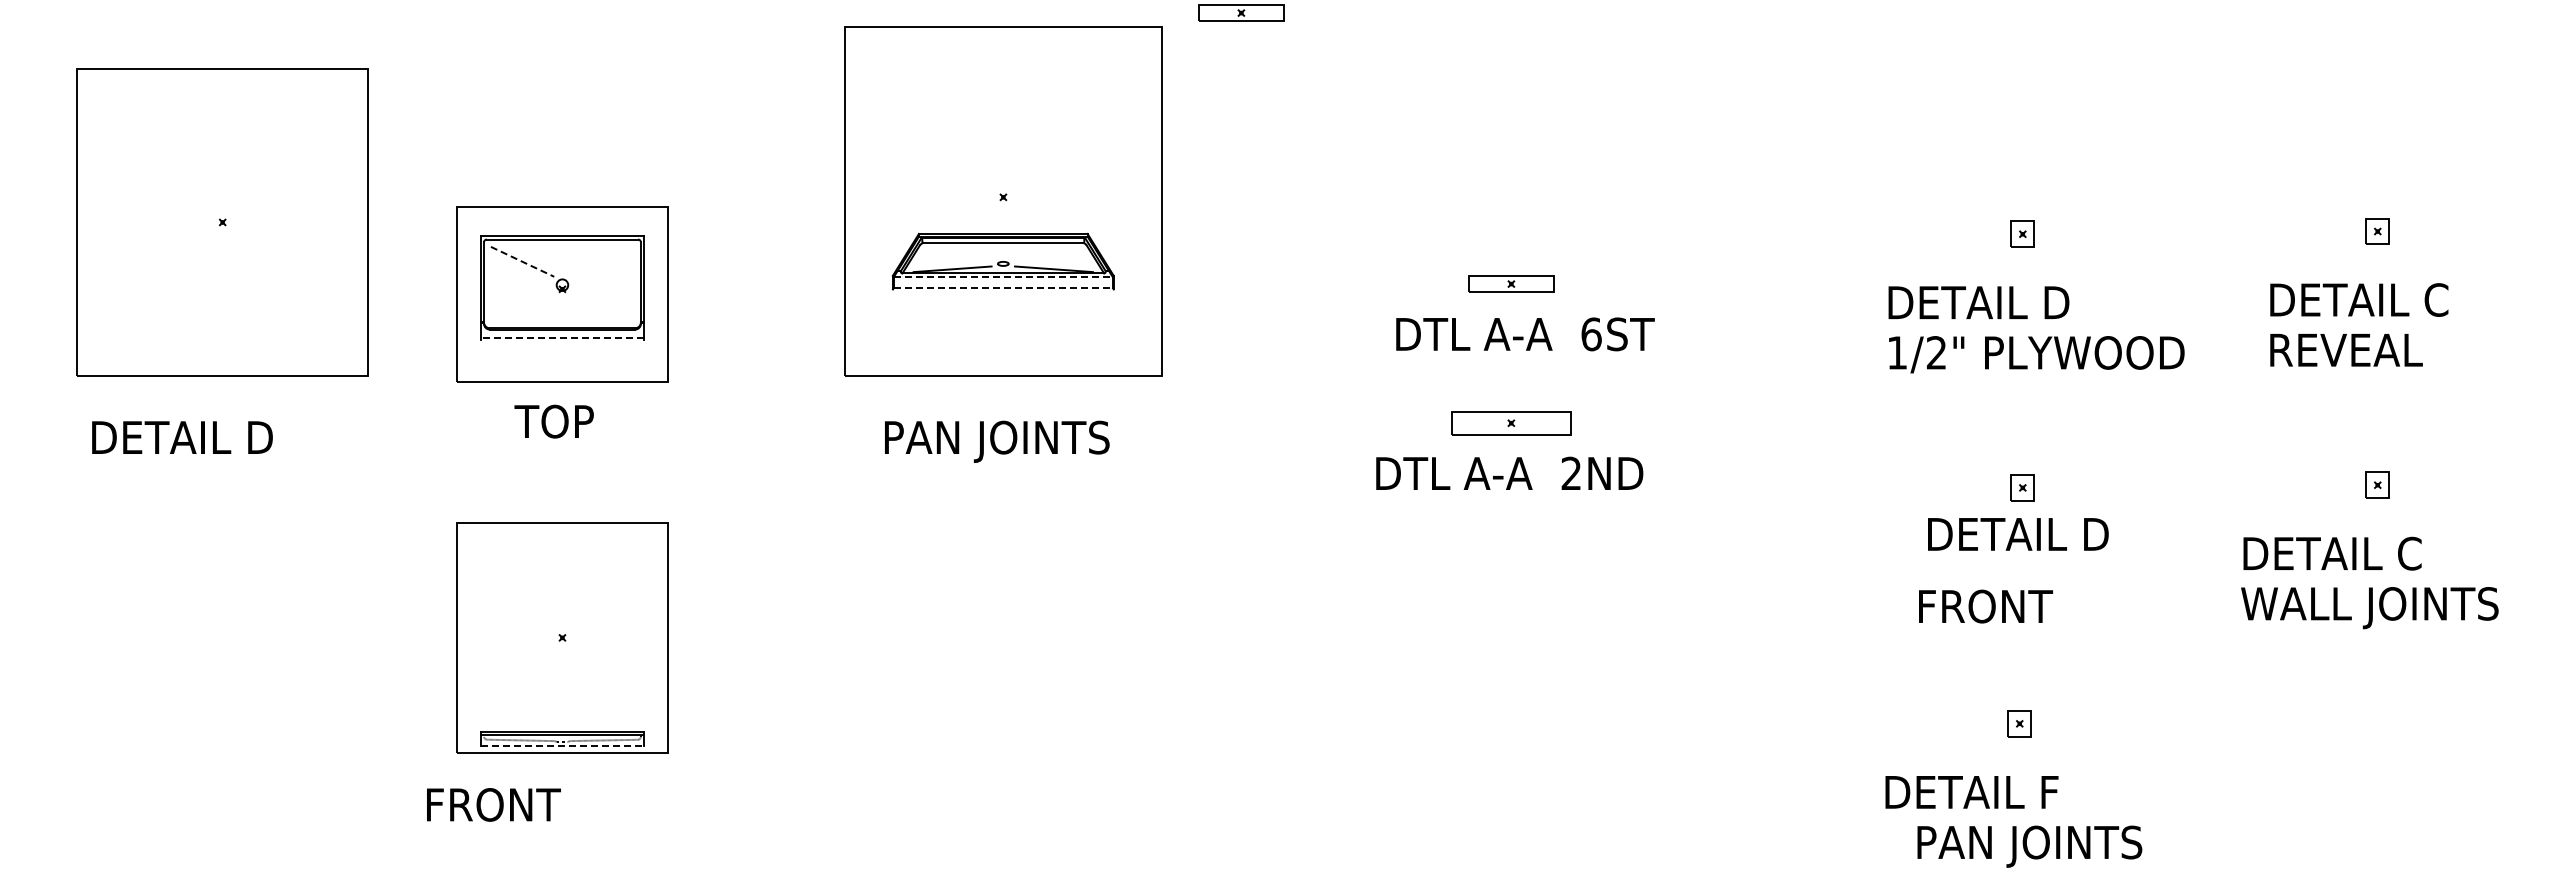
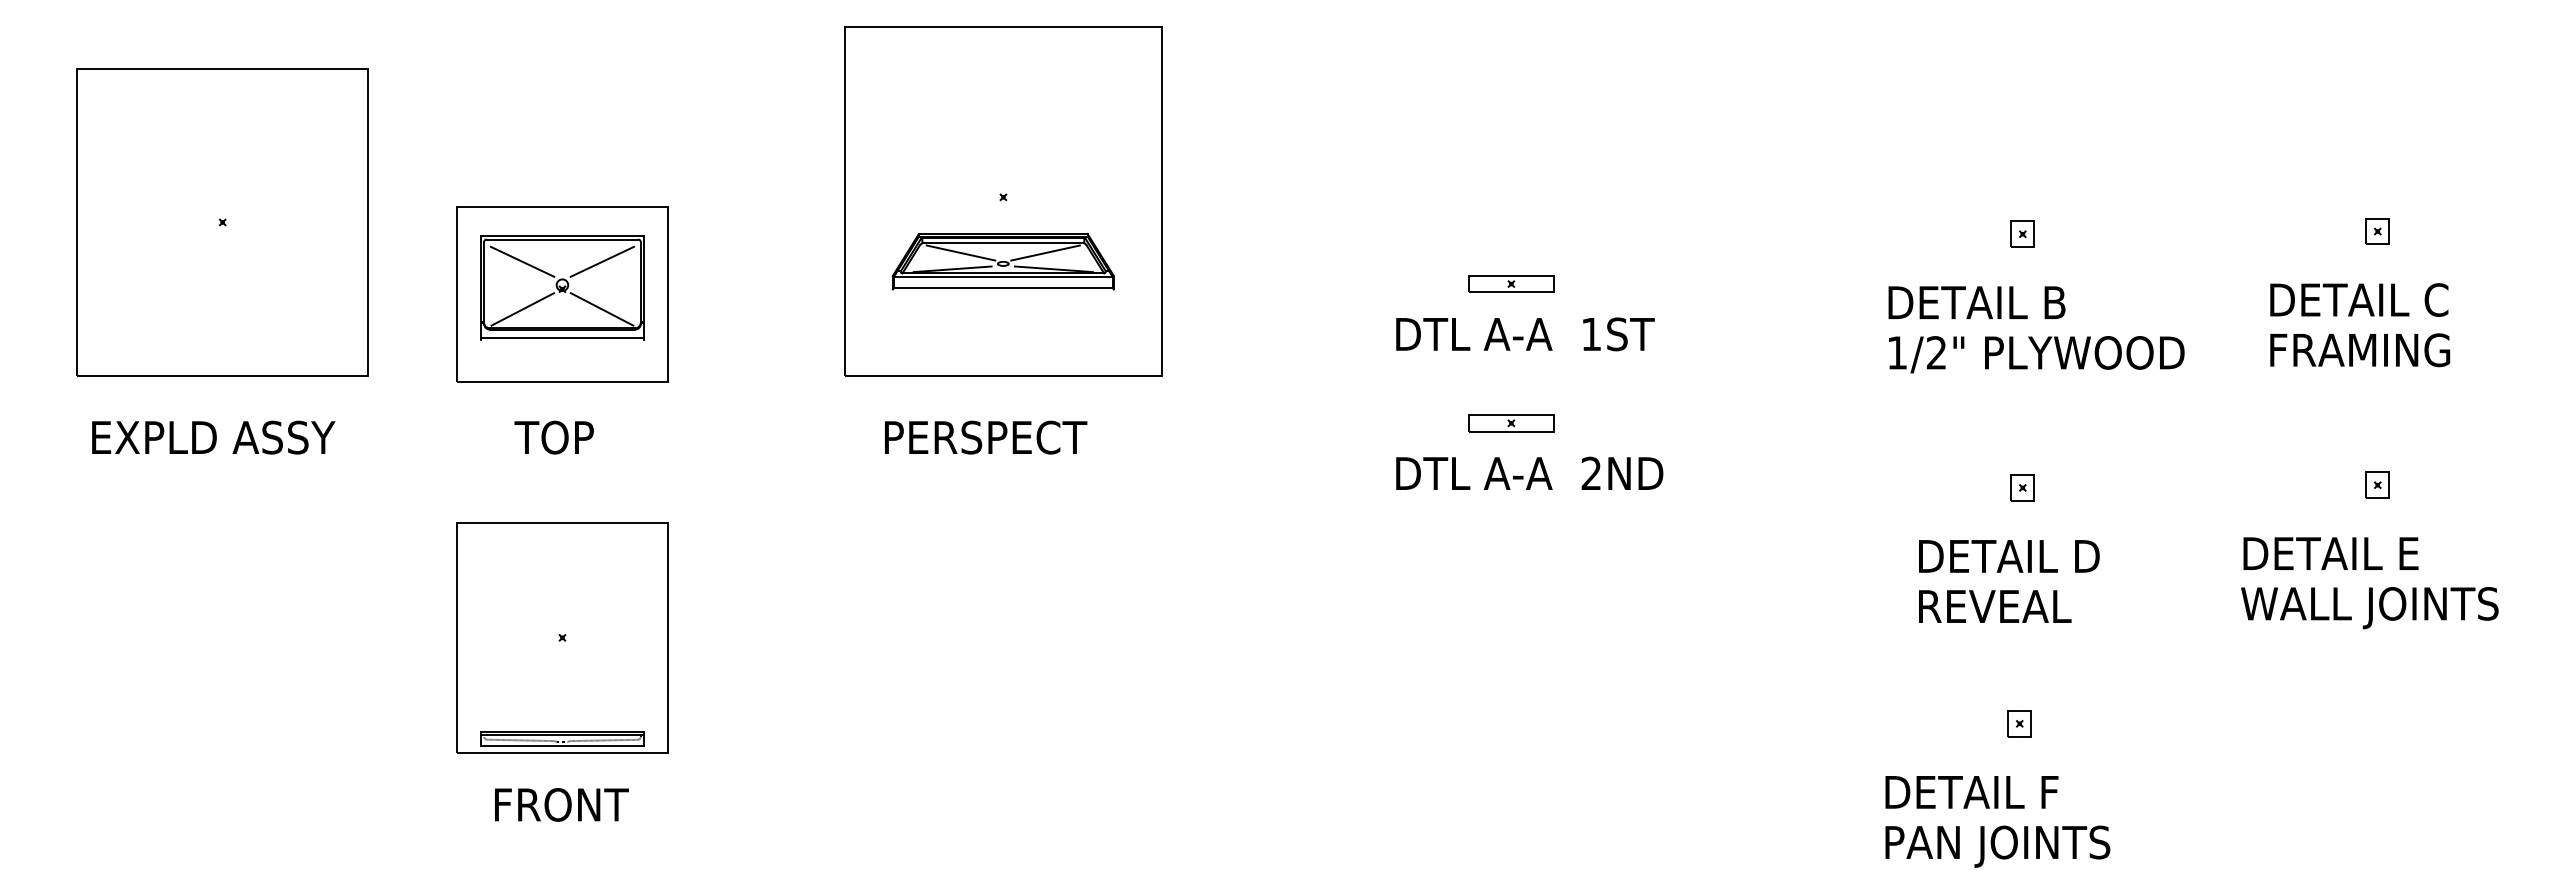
part at (1241, 12): present -> none
line at (960, 252): none -> present
line at (1045, 252): none -> present
line at (601, 261): none -> present
line at (523, 262): dashed -> solid
line at (1003, 277): dashed -> solid
line at (1003, 288): dashed -> solid
text at (2058, 302): DETAIL D -> DETAIL B
line at (522, 309): none -> present
line at (601, 309): none -> present
text at (1591, 334): 6ST -> 1ST
line at (562, 337): dashed -> solid
text at (2362, 350): REVEAL -> FRAMING
text at (553, 421) position: (553, 421) -> (553, 437)
part at (1511, 423) size: 121x25 px -> 87x19 px
text at (215, 437): DETAIL D -> EXPLD ASSY
text at (1007, 441): PAN JOINTS -> PERSPECT
text at (1509, 472) position: (1509, 472) -> (1529, 472)
text at (2018, 534) position: (2018, 534) -> (2009, 556)
text at (2409, 553): DETAIL C -> DETAIL E
text at (1997, 606): FRONT -> REVEAL
line at (562, 745): dashed -> solid
text at (493, 804) position: (493, 804) -> (561, 804)
text at (2029, 846) position: (2029, 846) -> (1997, 846)
